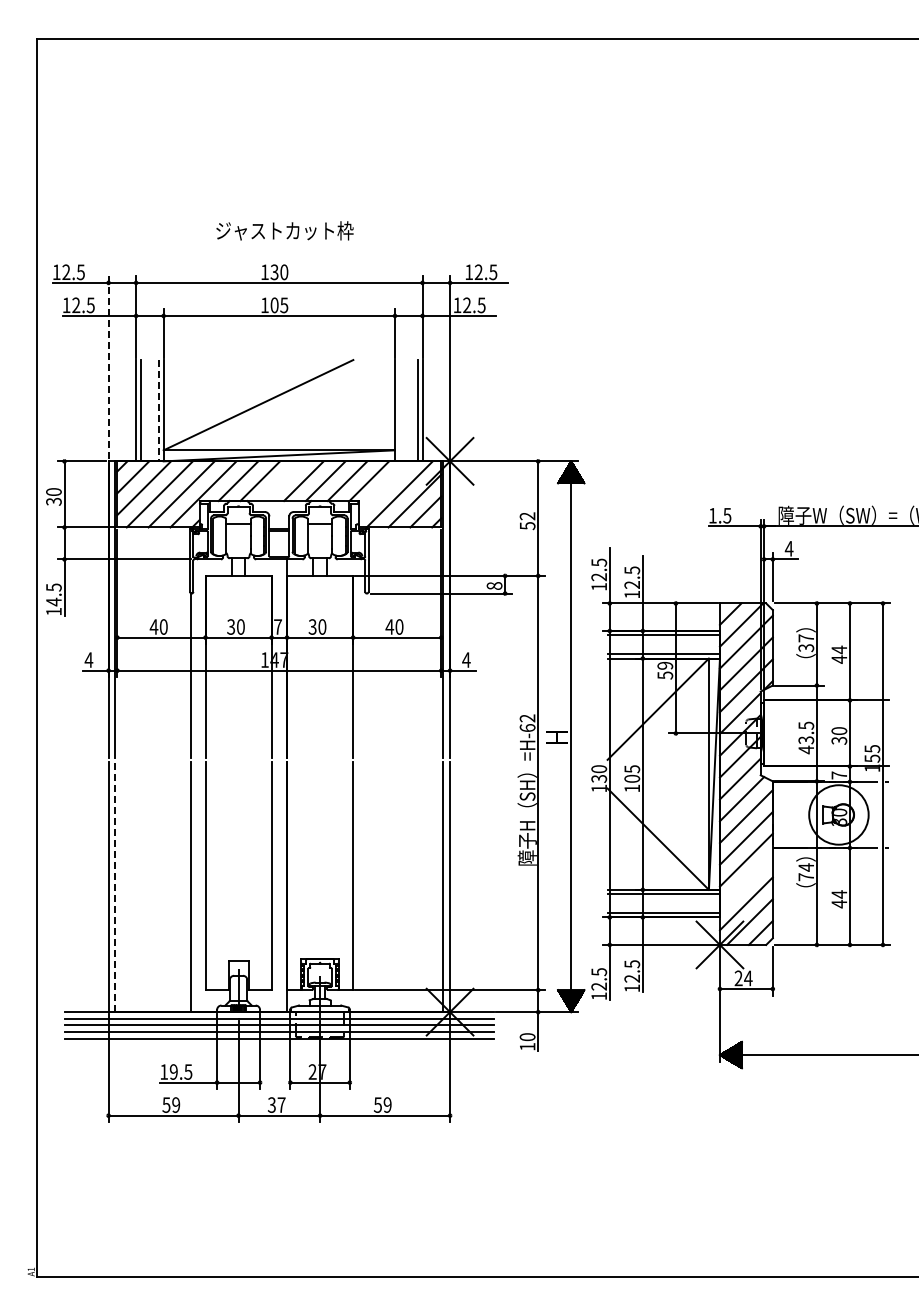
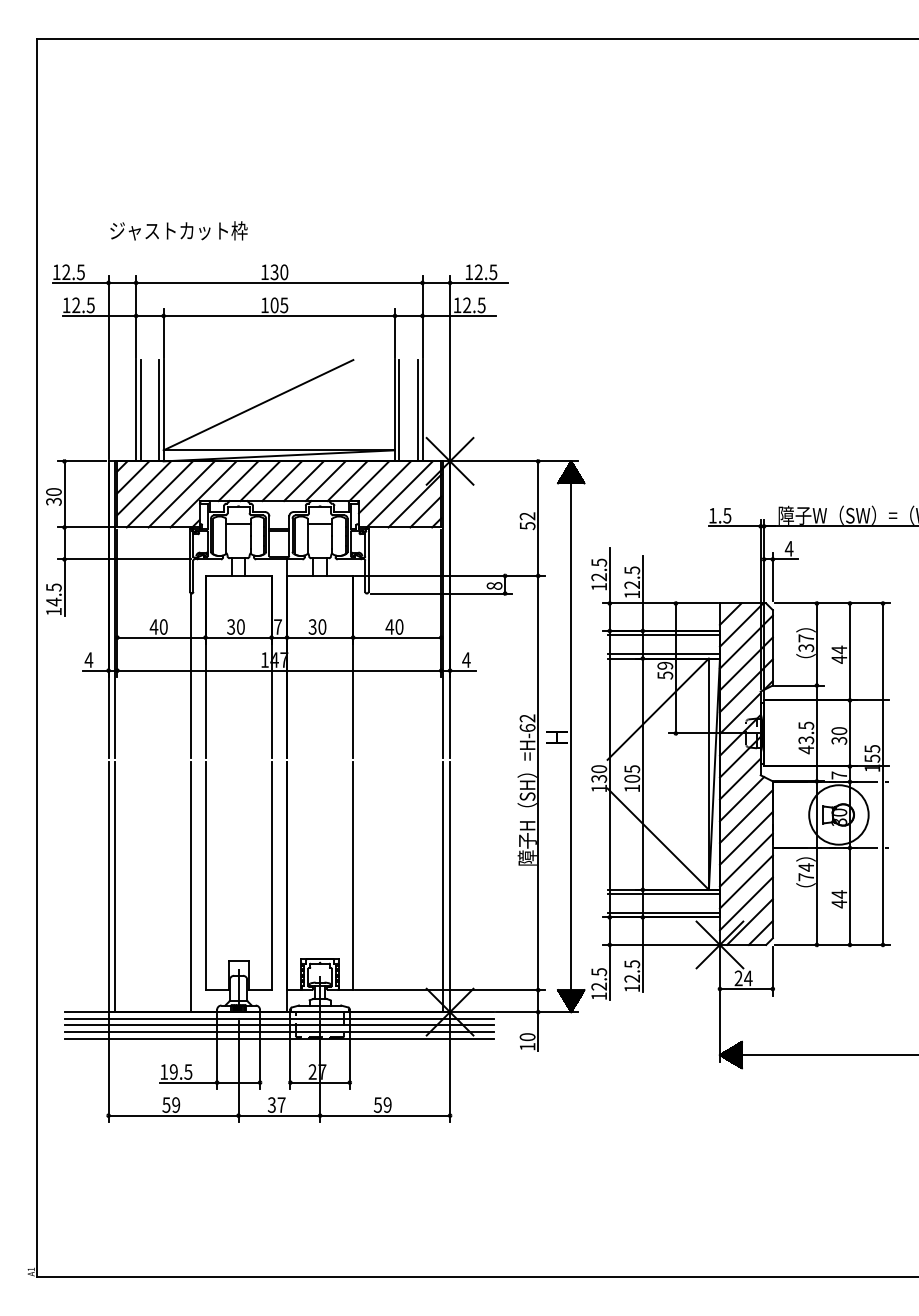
text at (284, 230) position: (284, 230) -> (178, 230)
line at (108, 367): dashed -> solid
line at (159, 410): dashed -> solid
line at (399, 410): none -> present
line at (281, 481): none -> present
line at (384, 487): none -> present
line at (745, 881): none -> present
line at (115, 886): dashed -> solid
